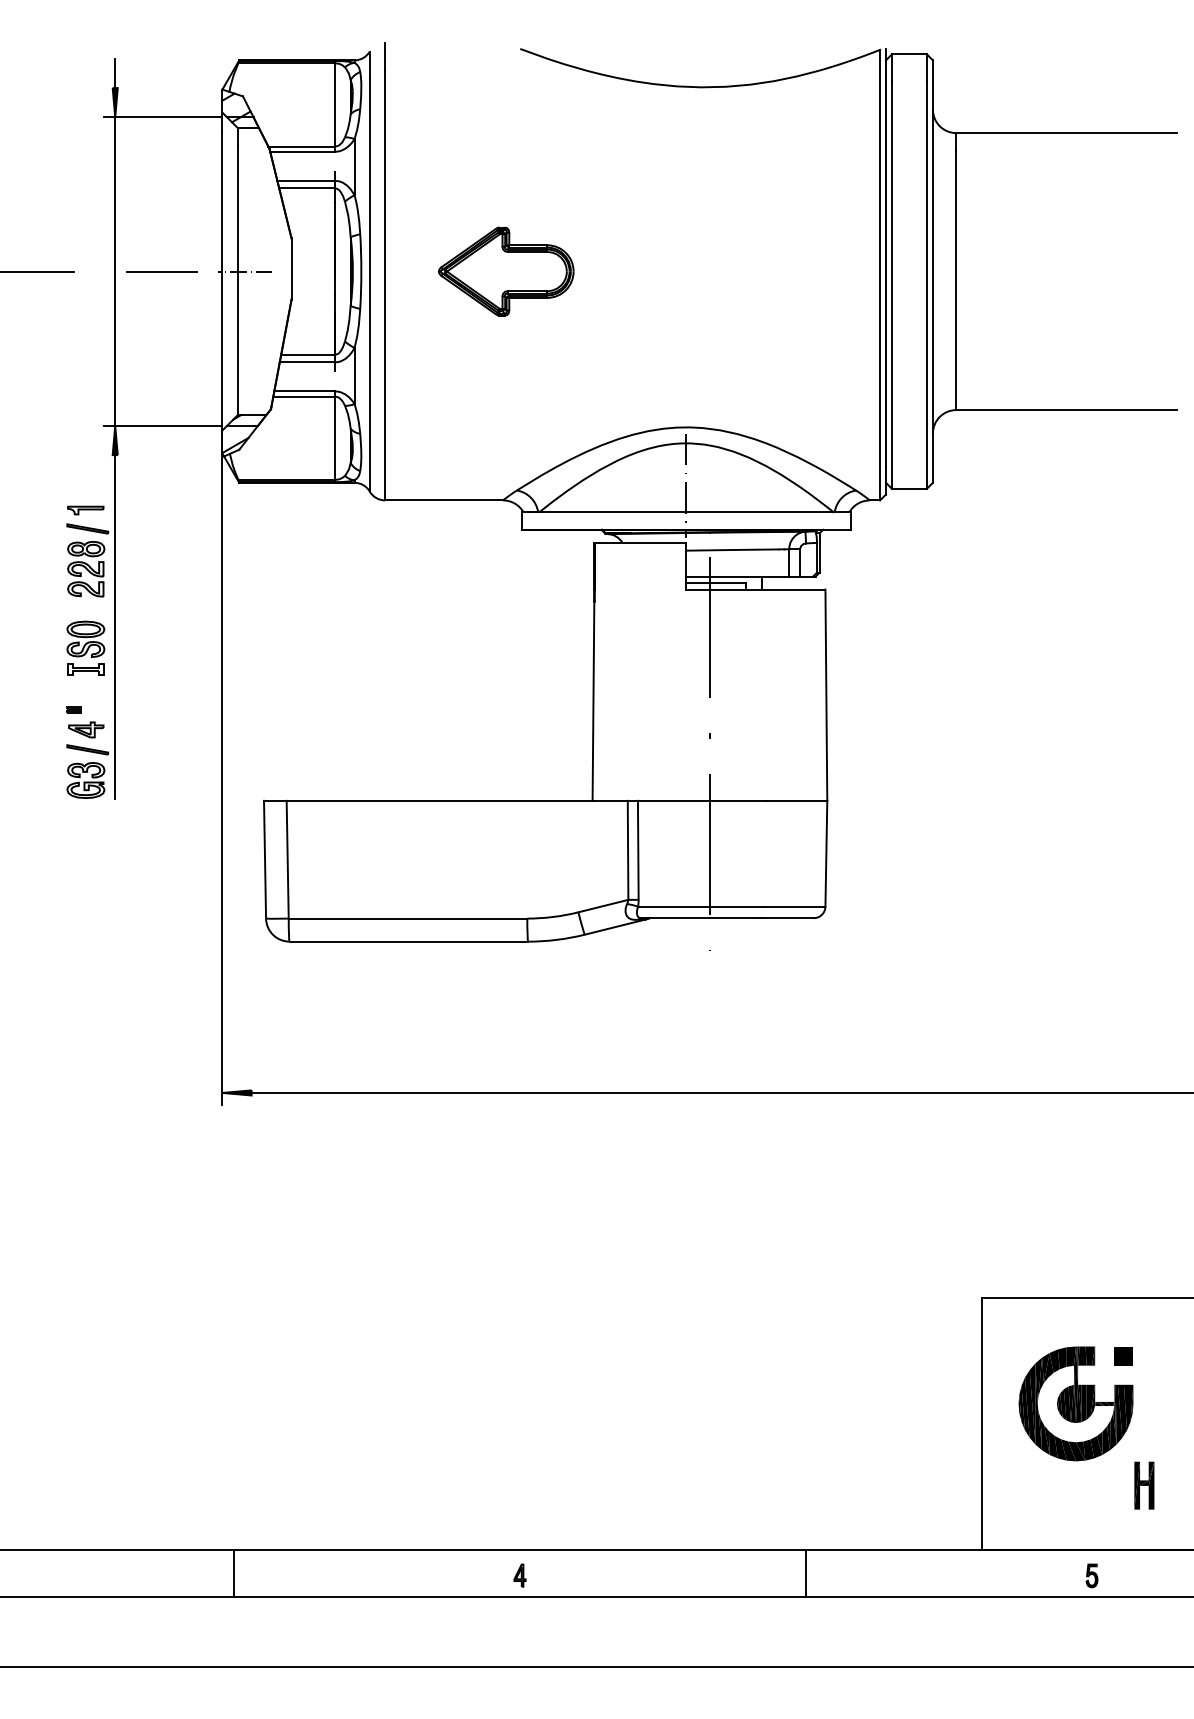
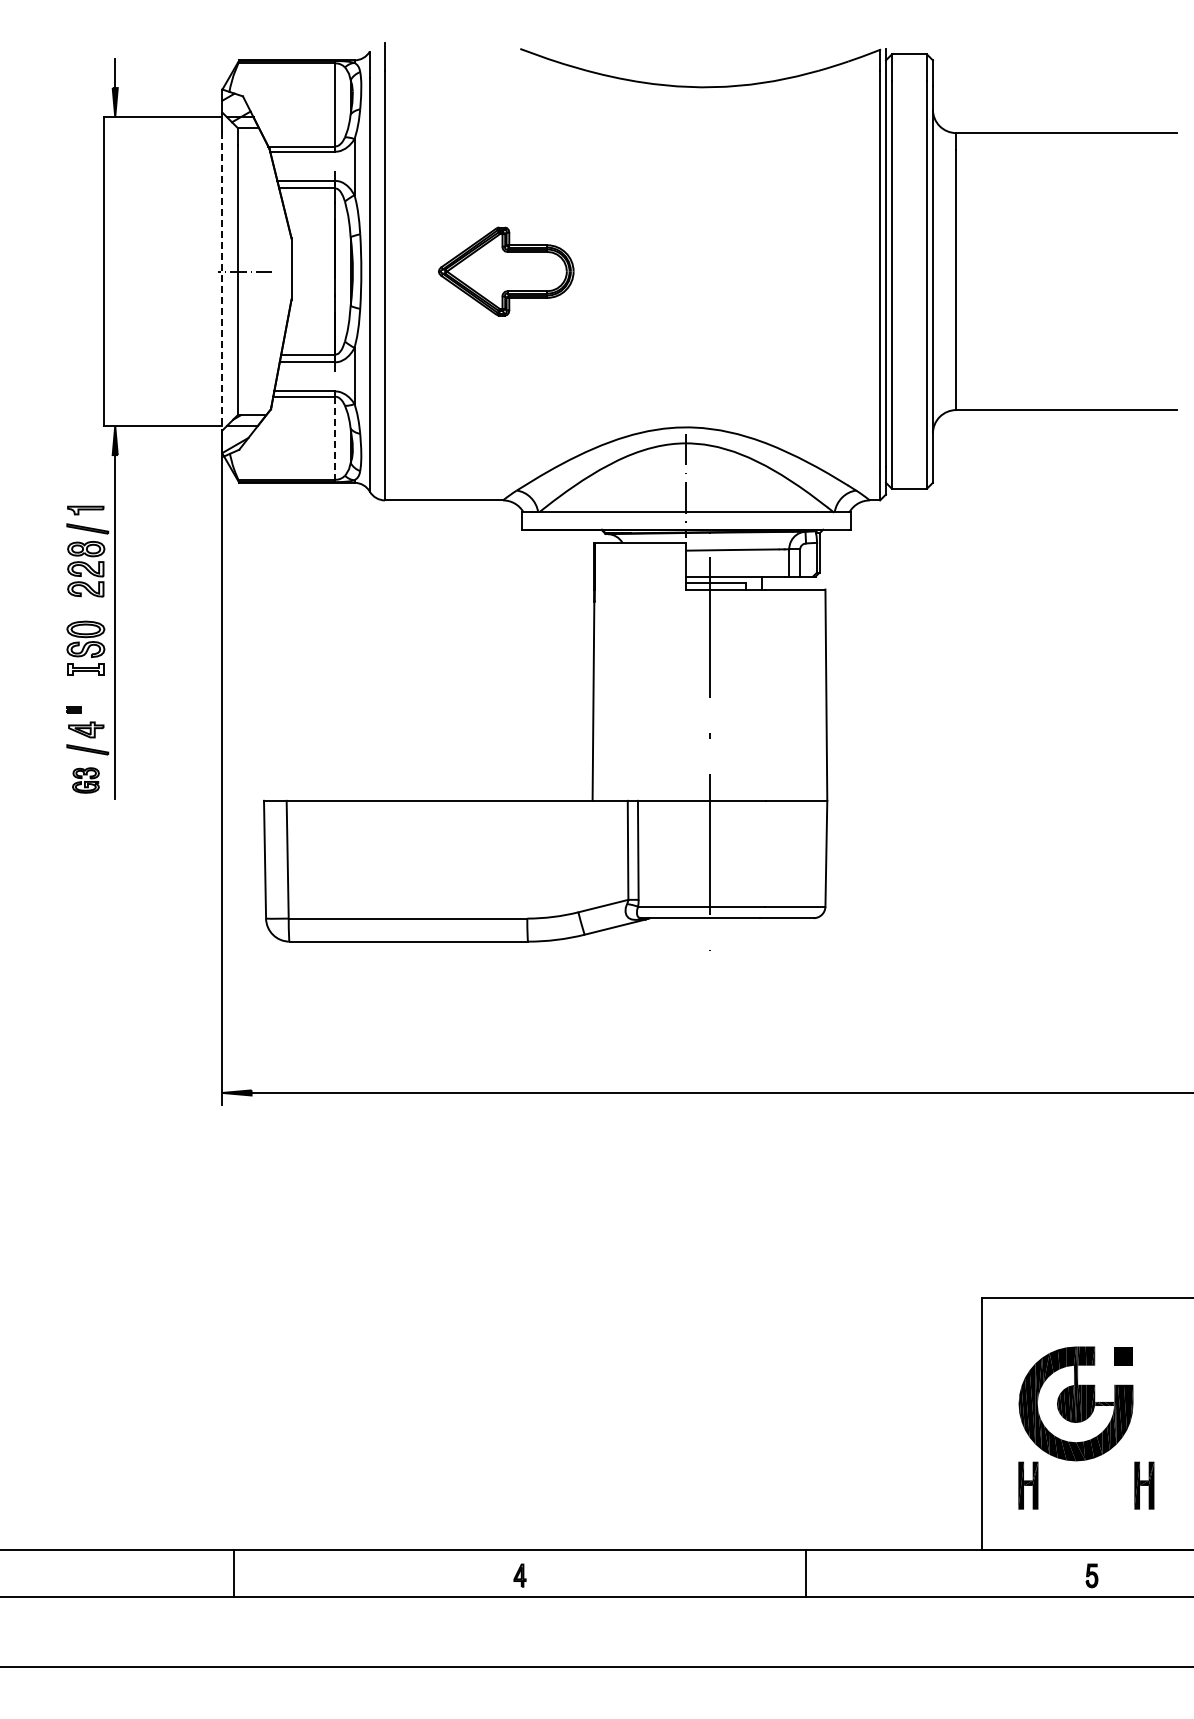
line at (38, 271): present -> none
line at (115, 271) position: (115, 271) -> (104, 271)
line at (161, 271): present -> none
line at (222, 281): solid -> dashed
line at (335, 438): solid -> dashed
part at (85, 780) size: 40x37 px -> 28x27 px
part at (1028, 1485): none -> present
